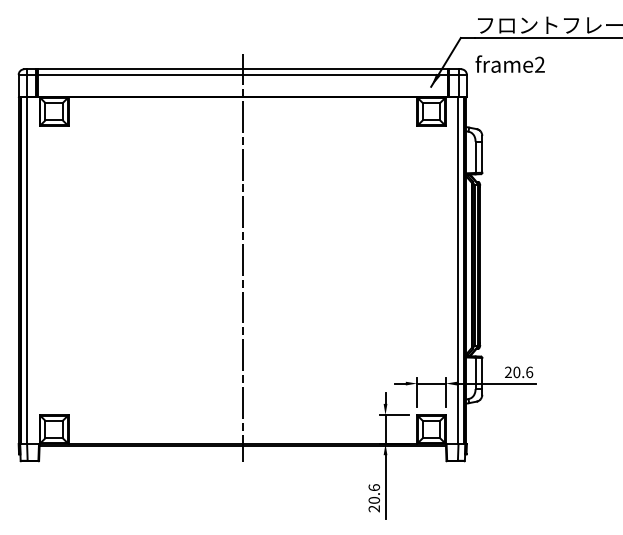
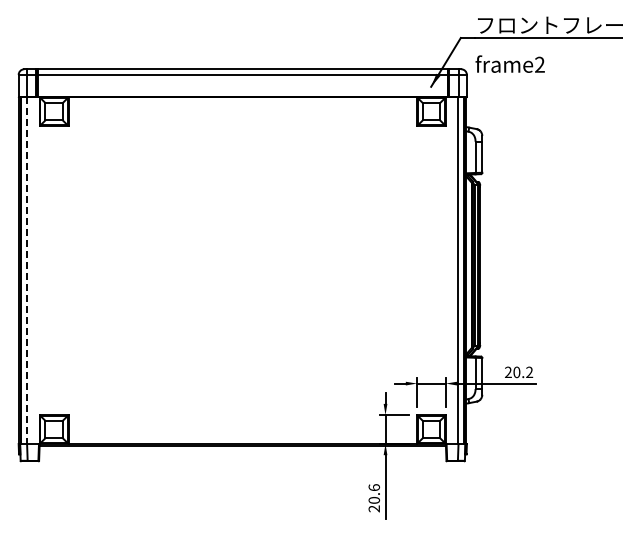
line at (242, 257): present -> none
line at (27, 271): solid -> dashed
text at (529, 372): 20.6 -> 20.2
